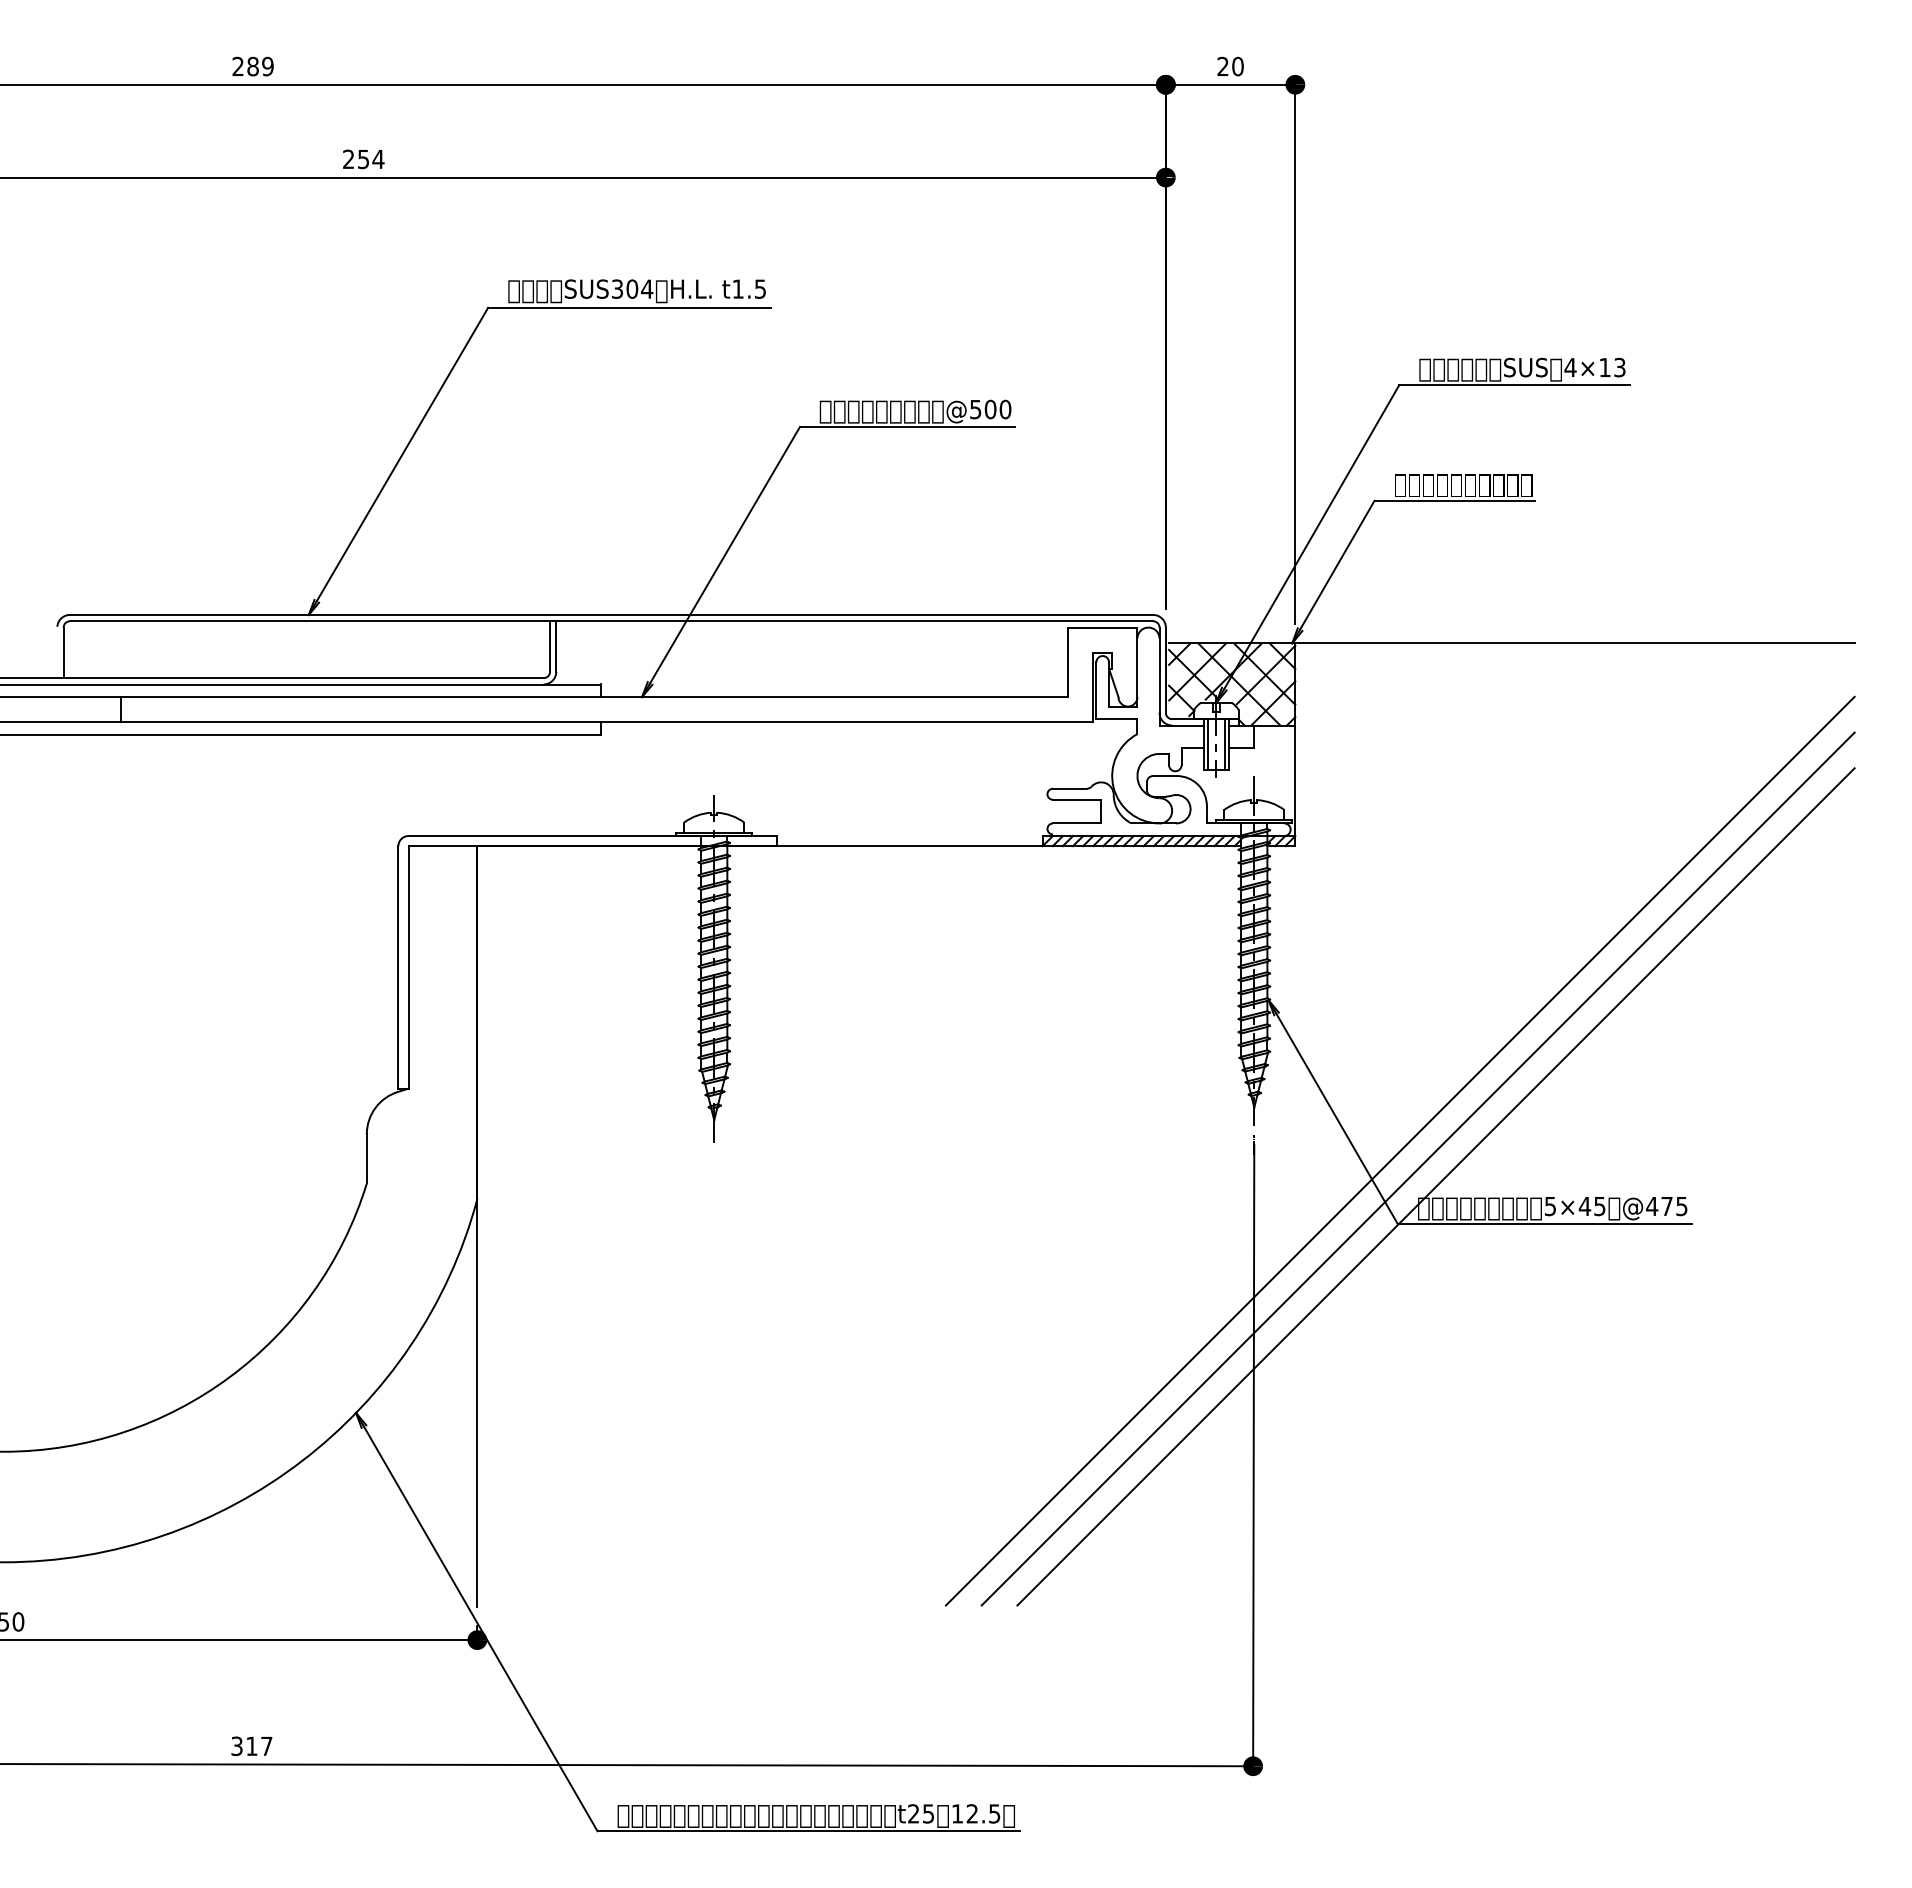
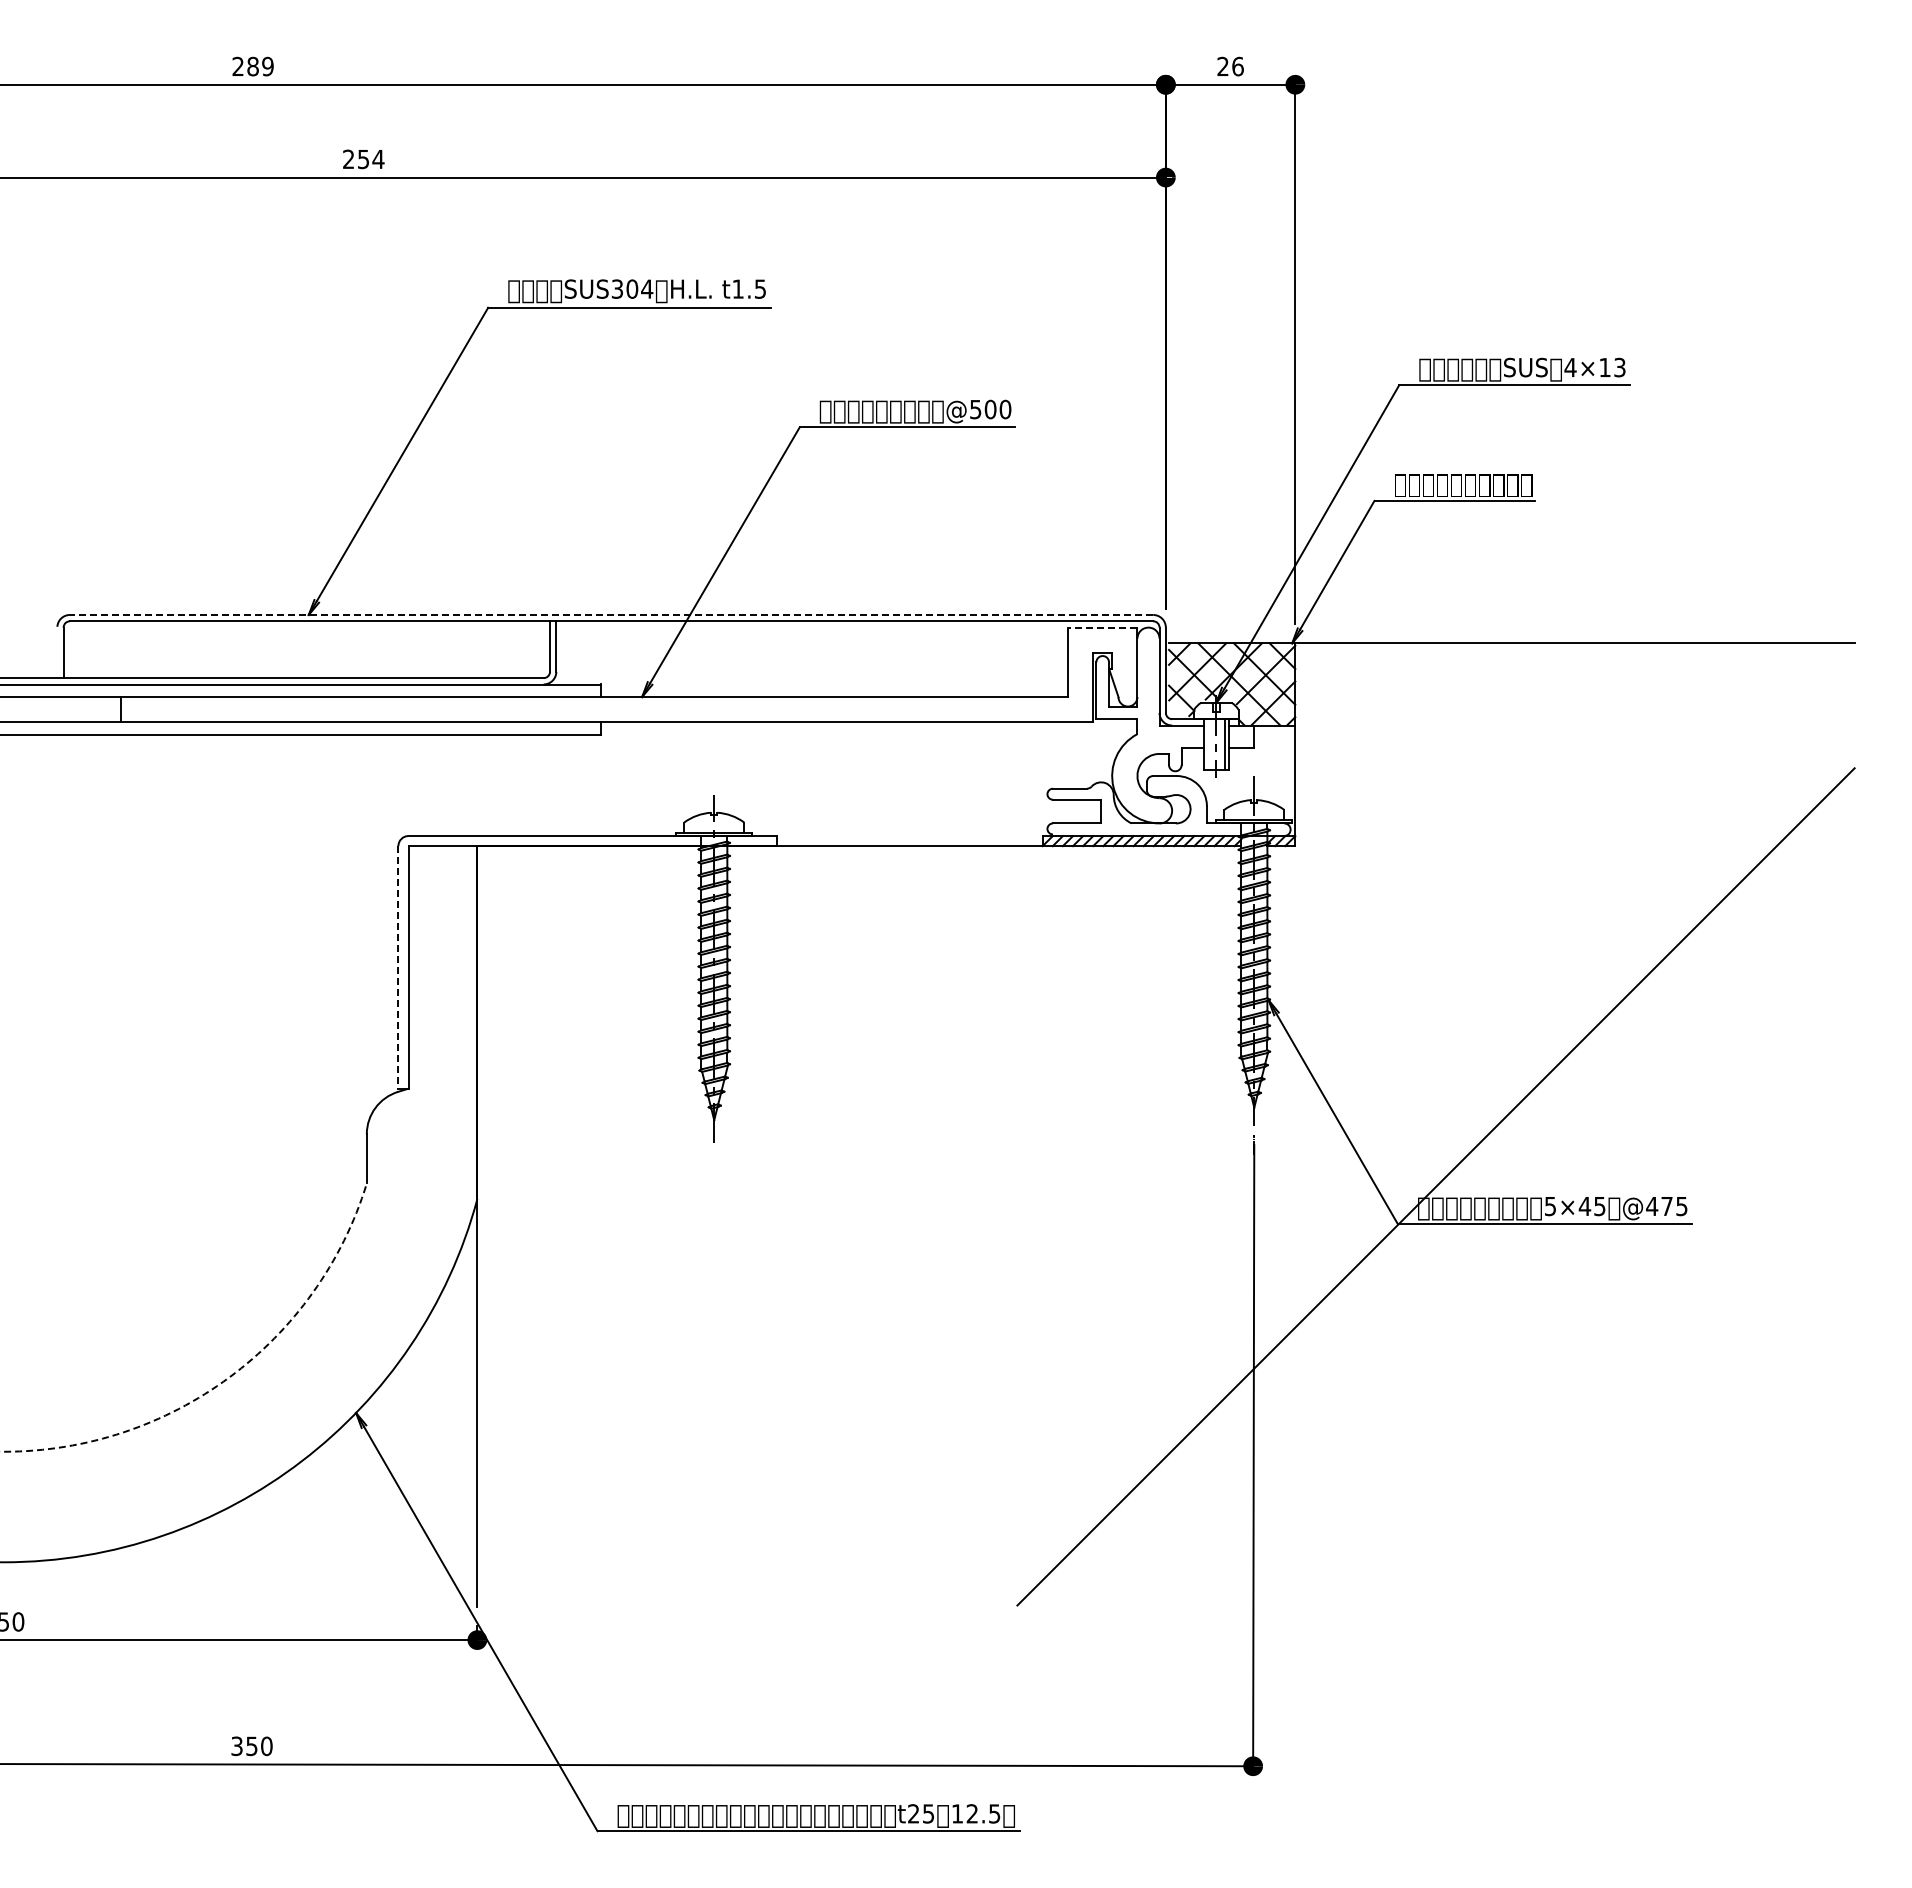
text at (1237, 66): 20 -> 26
line at (611, 614): solid -> dashed
line at (1102, 627): solid -> dashed
line at (1208, 744): present -> none
line at (398, 967): solid -> dashed
line at (1399, 1150): present -> none
line at (1417, 1168): present -> none
arc at (228, 1377): solid -> dashed
text at (259, 1746): 317 -> 350
